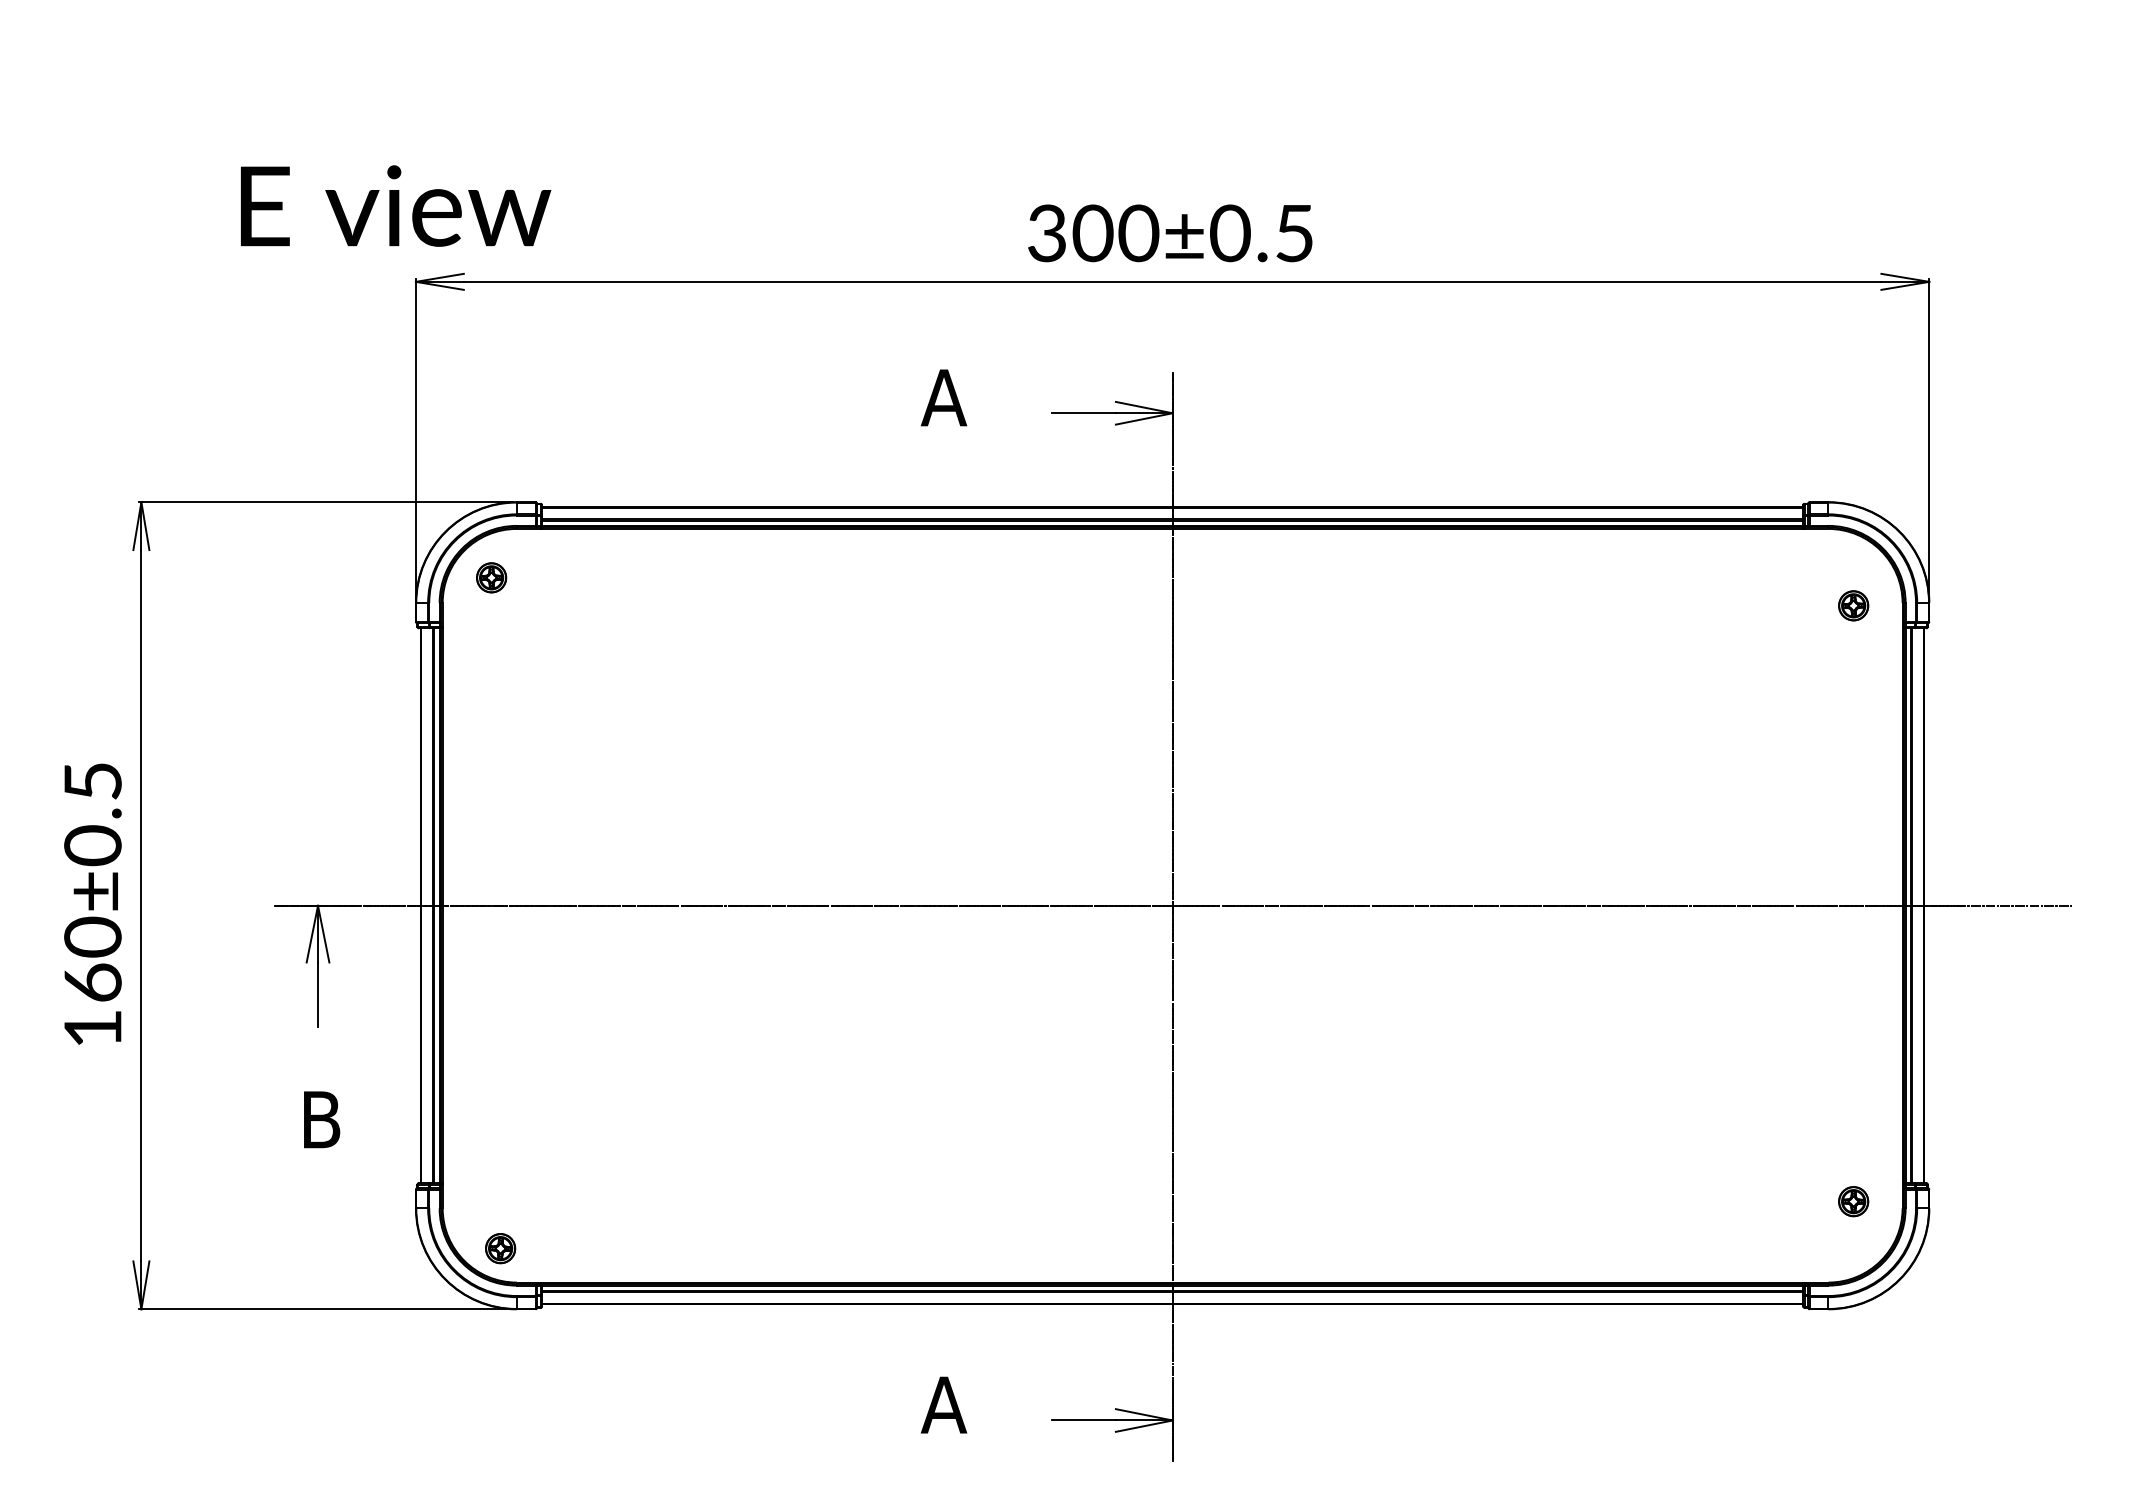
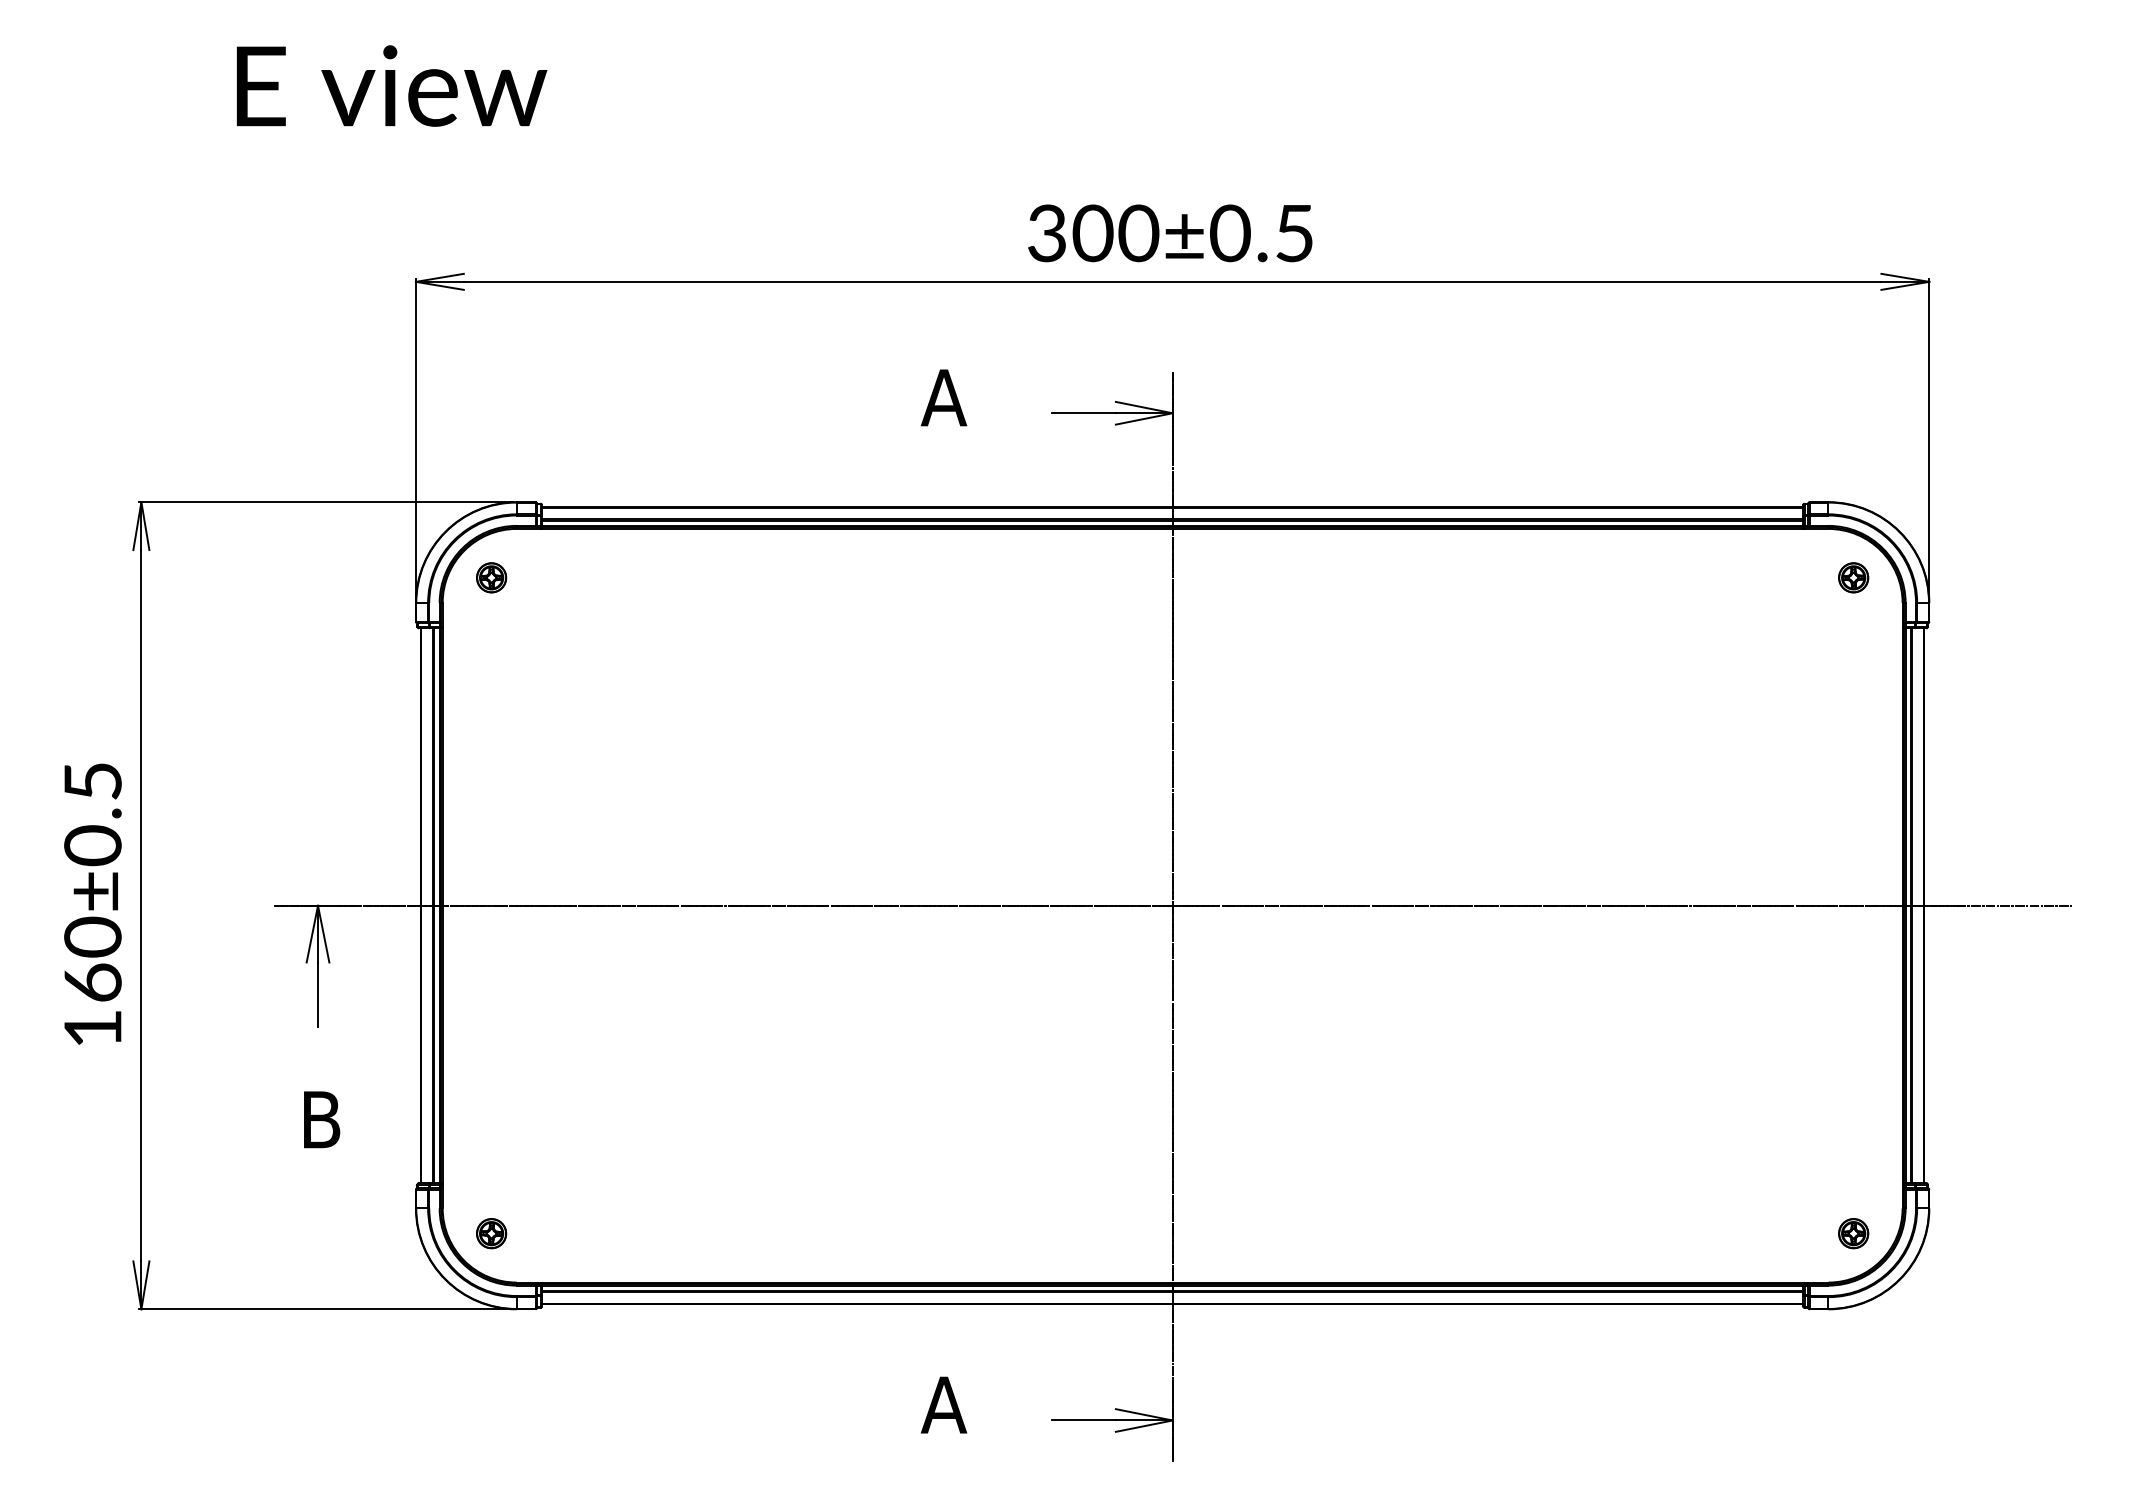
text at (396, 205) position: (396, 205) -> (392, 85)
part at (1853, 605) position: (1853, 605) -> (1853, 577)
part at (1853, 1201) position: (1853, 1201) -> (1853, 1233)
part at (500, 1248) position: (500, 1248) -> (491, 1233)
